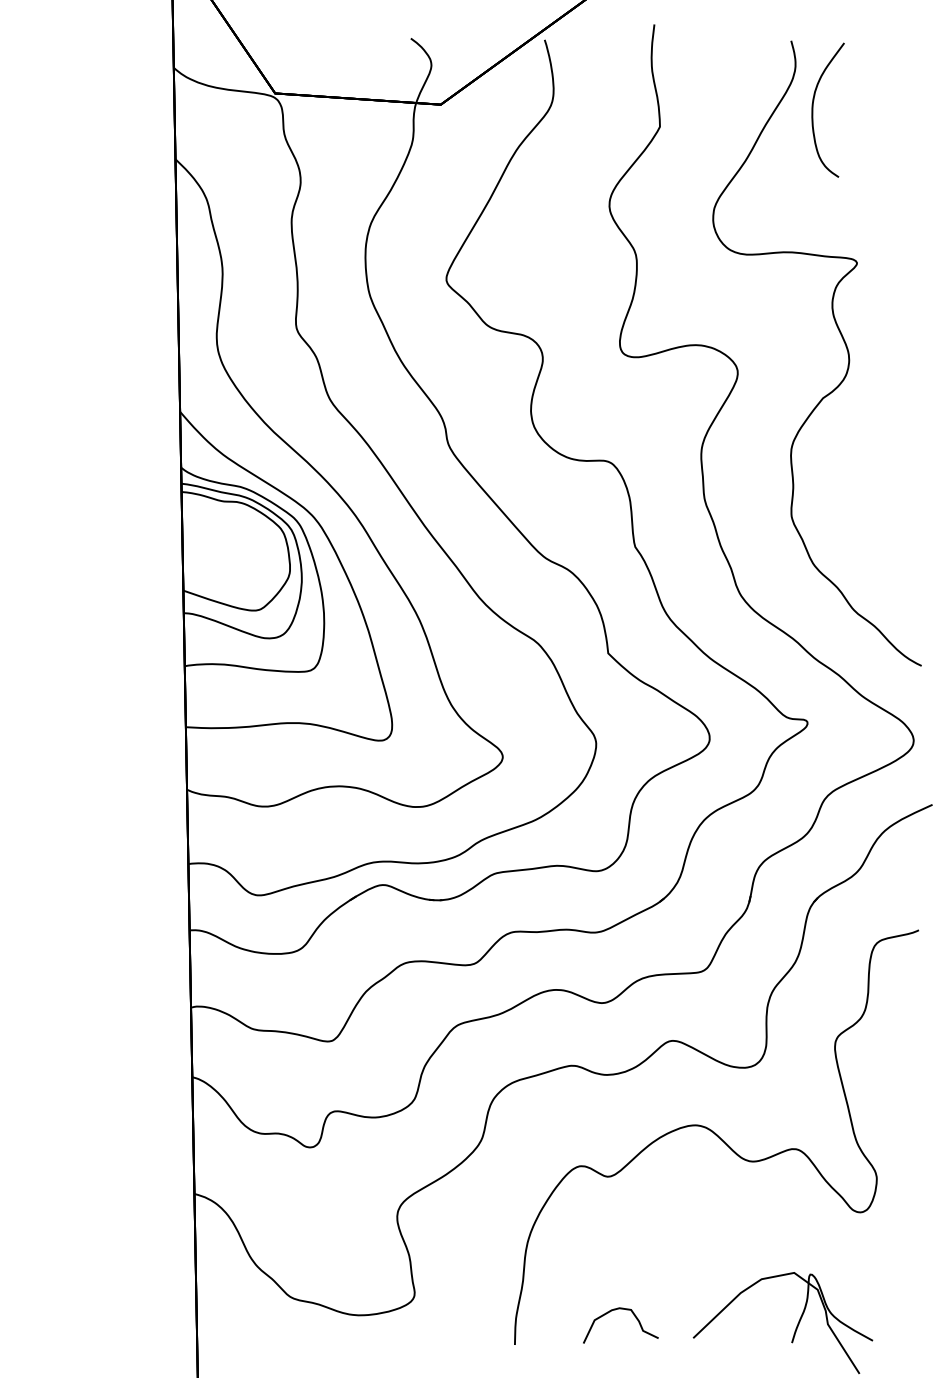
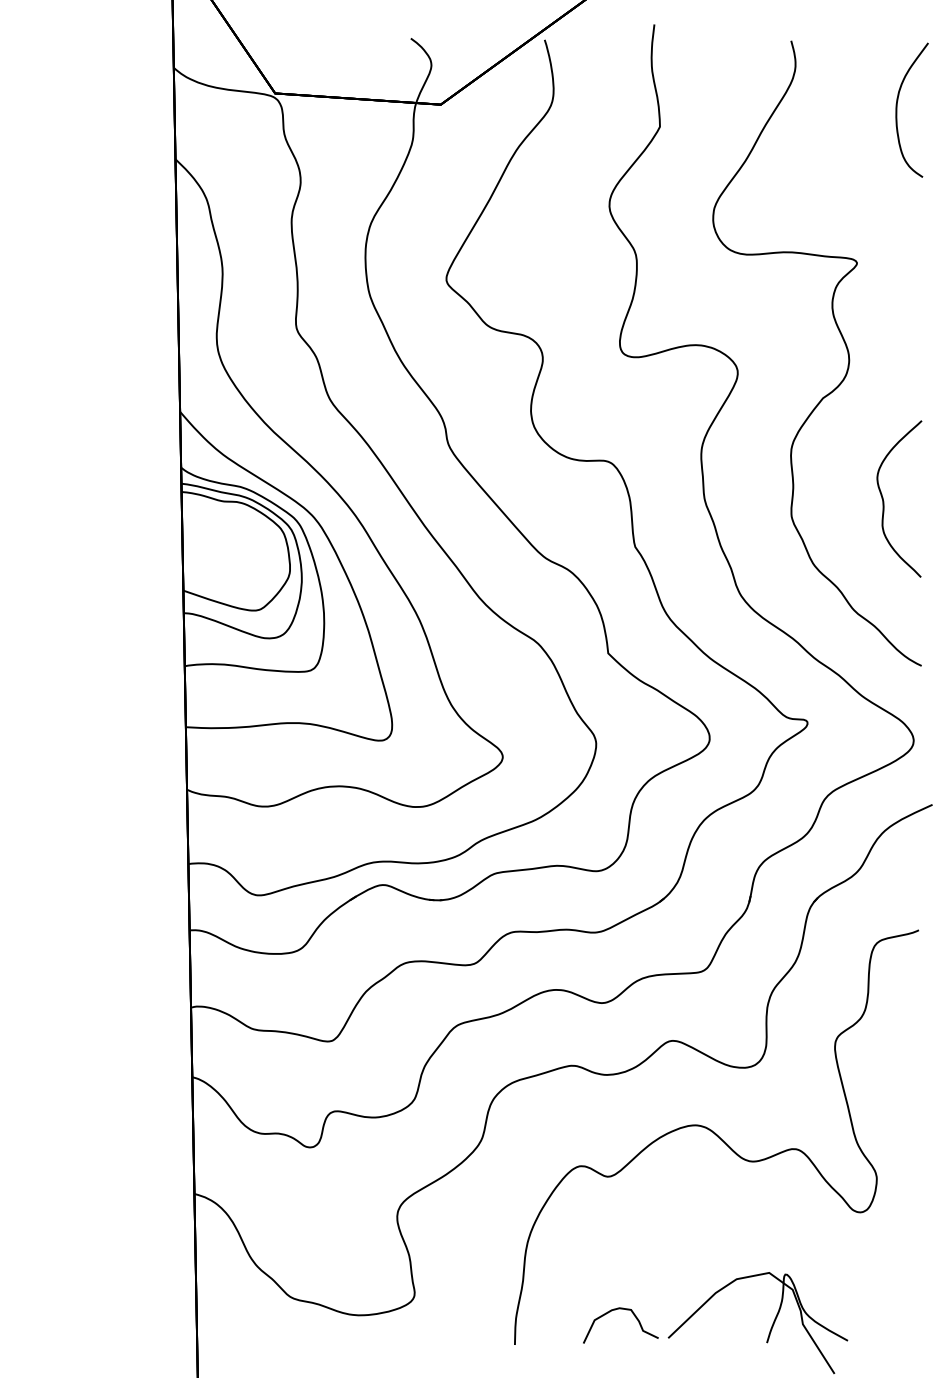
curve at (813, 109) position: (813, 109) -> (897, 109)
curve at (884, 501): none -> present
part at (795, 1328) position: (795, 1328) -> (770, 1328)
